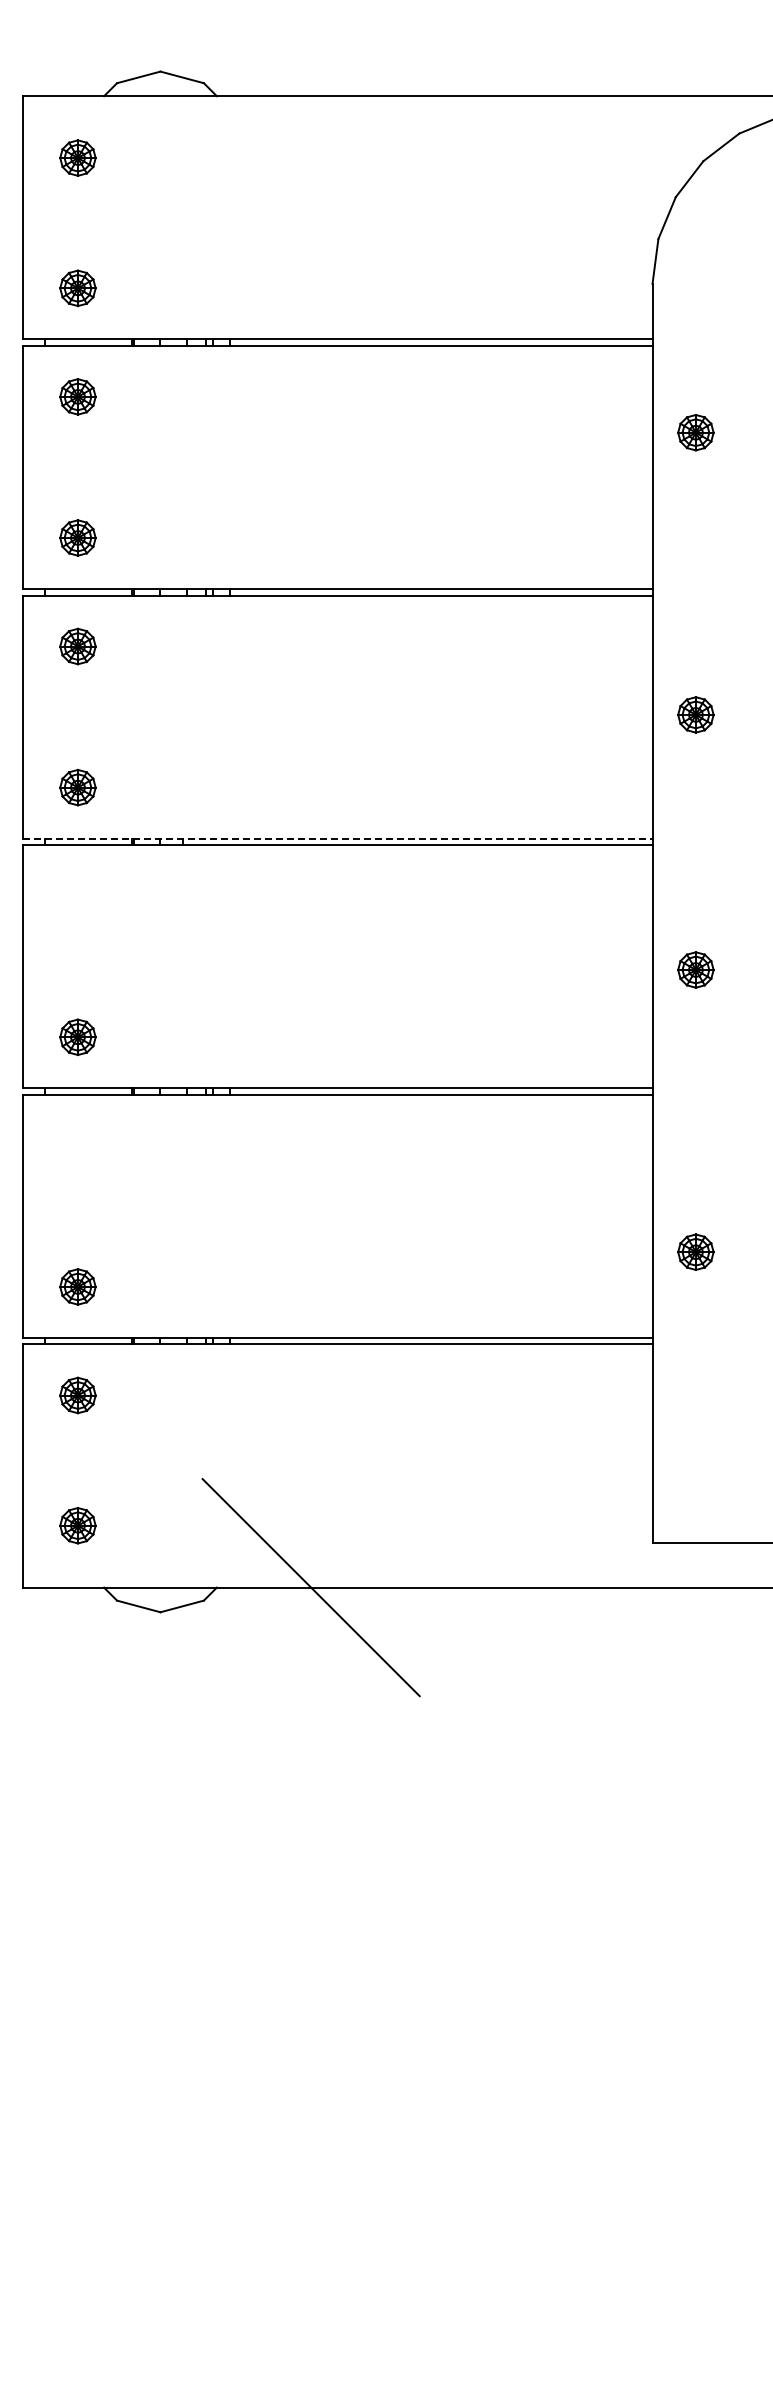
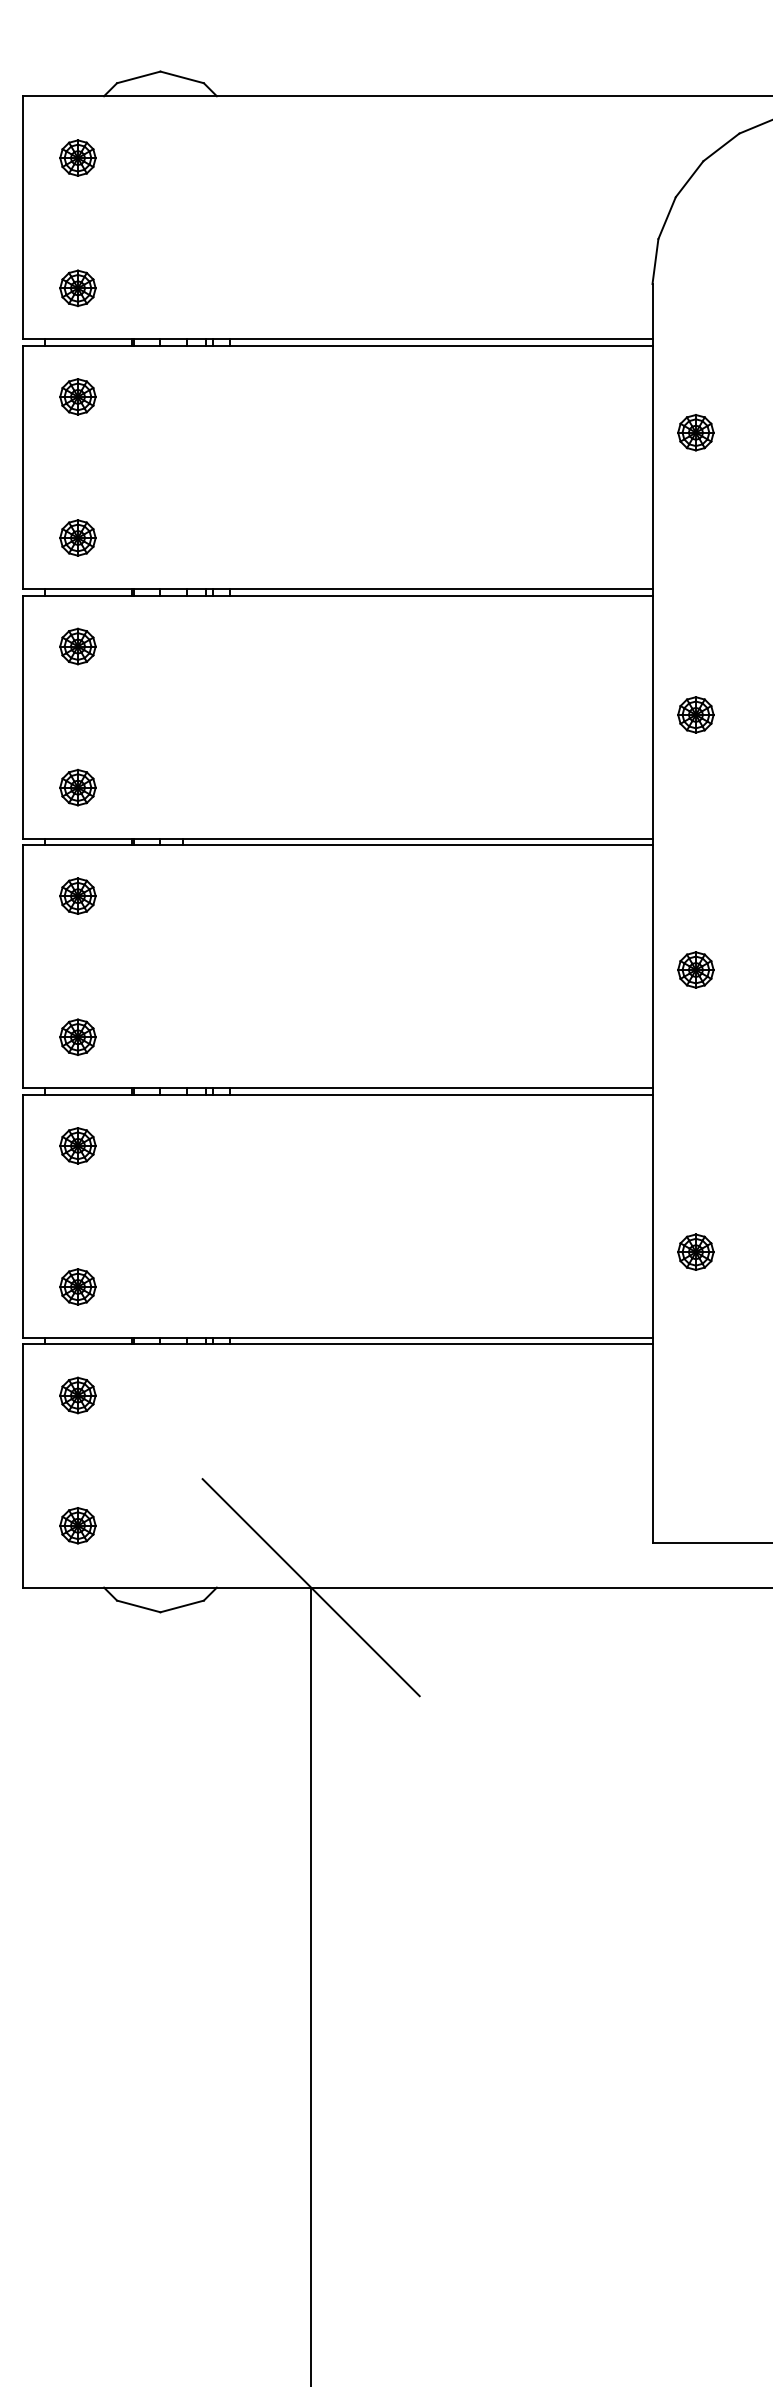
line at (337, 838): dashed -> solid
part at (77, 895): none -> present
part at (77, 1145): none -> present
line at (311, 1985): none -> present
